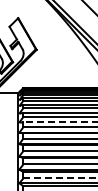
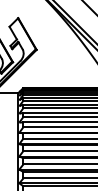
line at (60, 122): dashed -> solid
line at (60, 178): dashed -> solid
